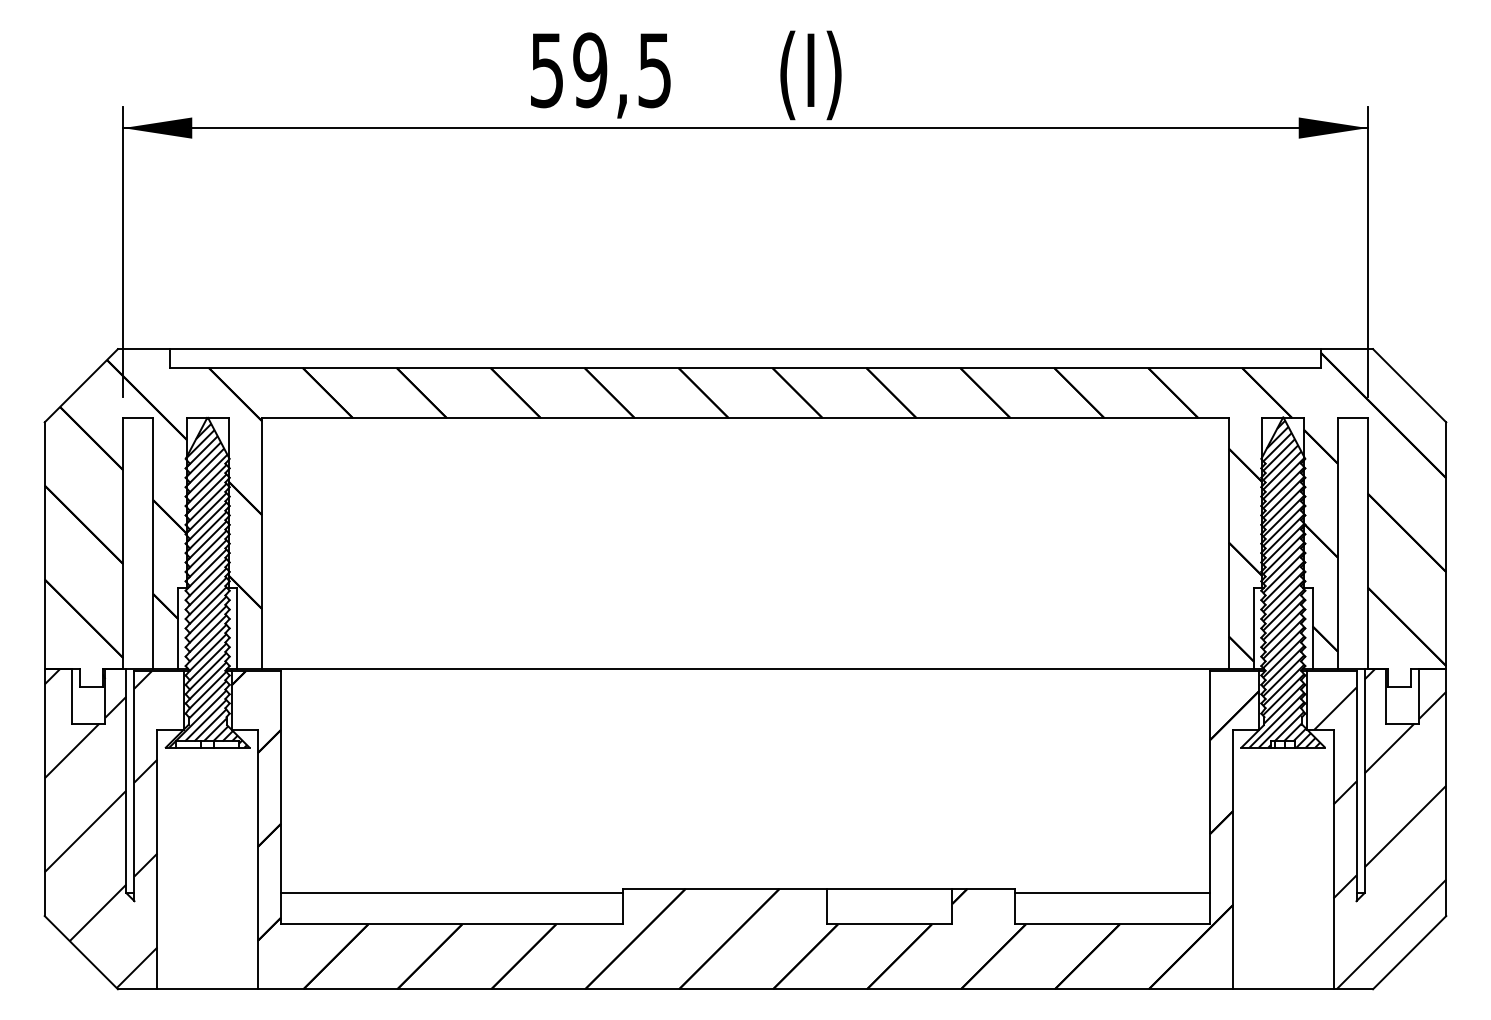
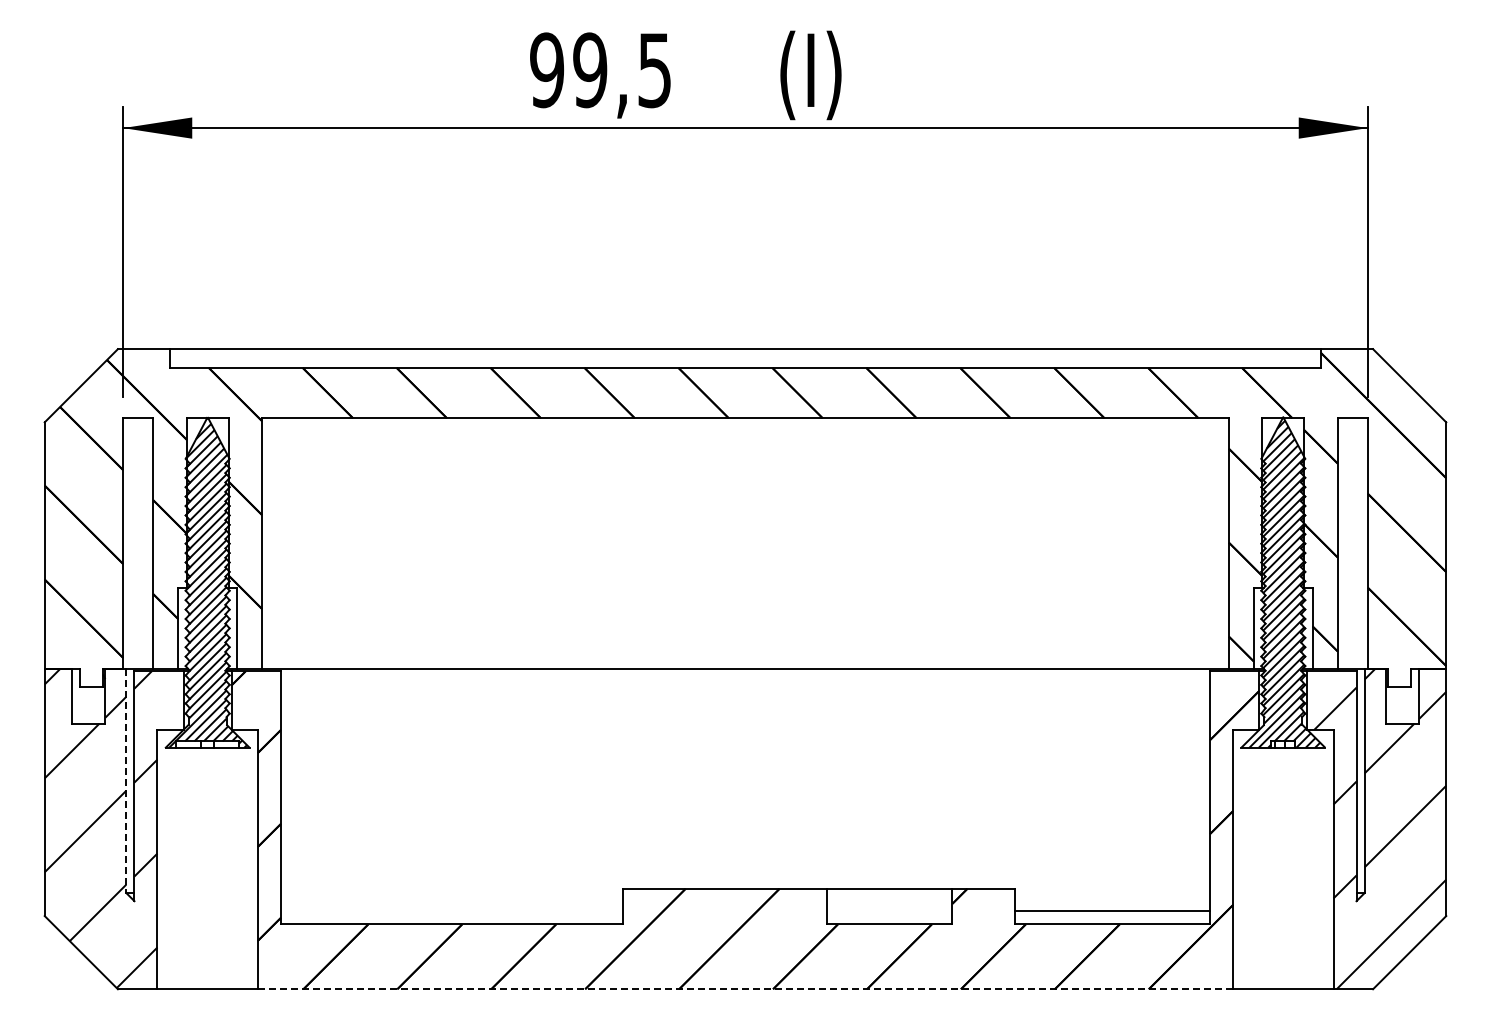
text at (547, 70): 59,5 -> 99,5
line at (126, 781): solid -> dashed
line at (451, 893): present -> none
line at (1112, 893) position: (1112, 893) -> (1112, 911)
line at (745, 989): solid -> dashed
